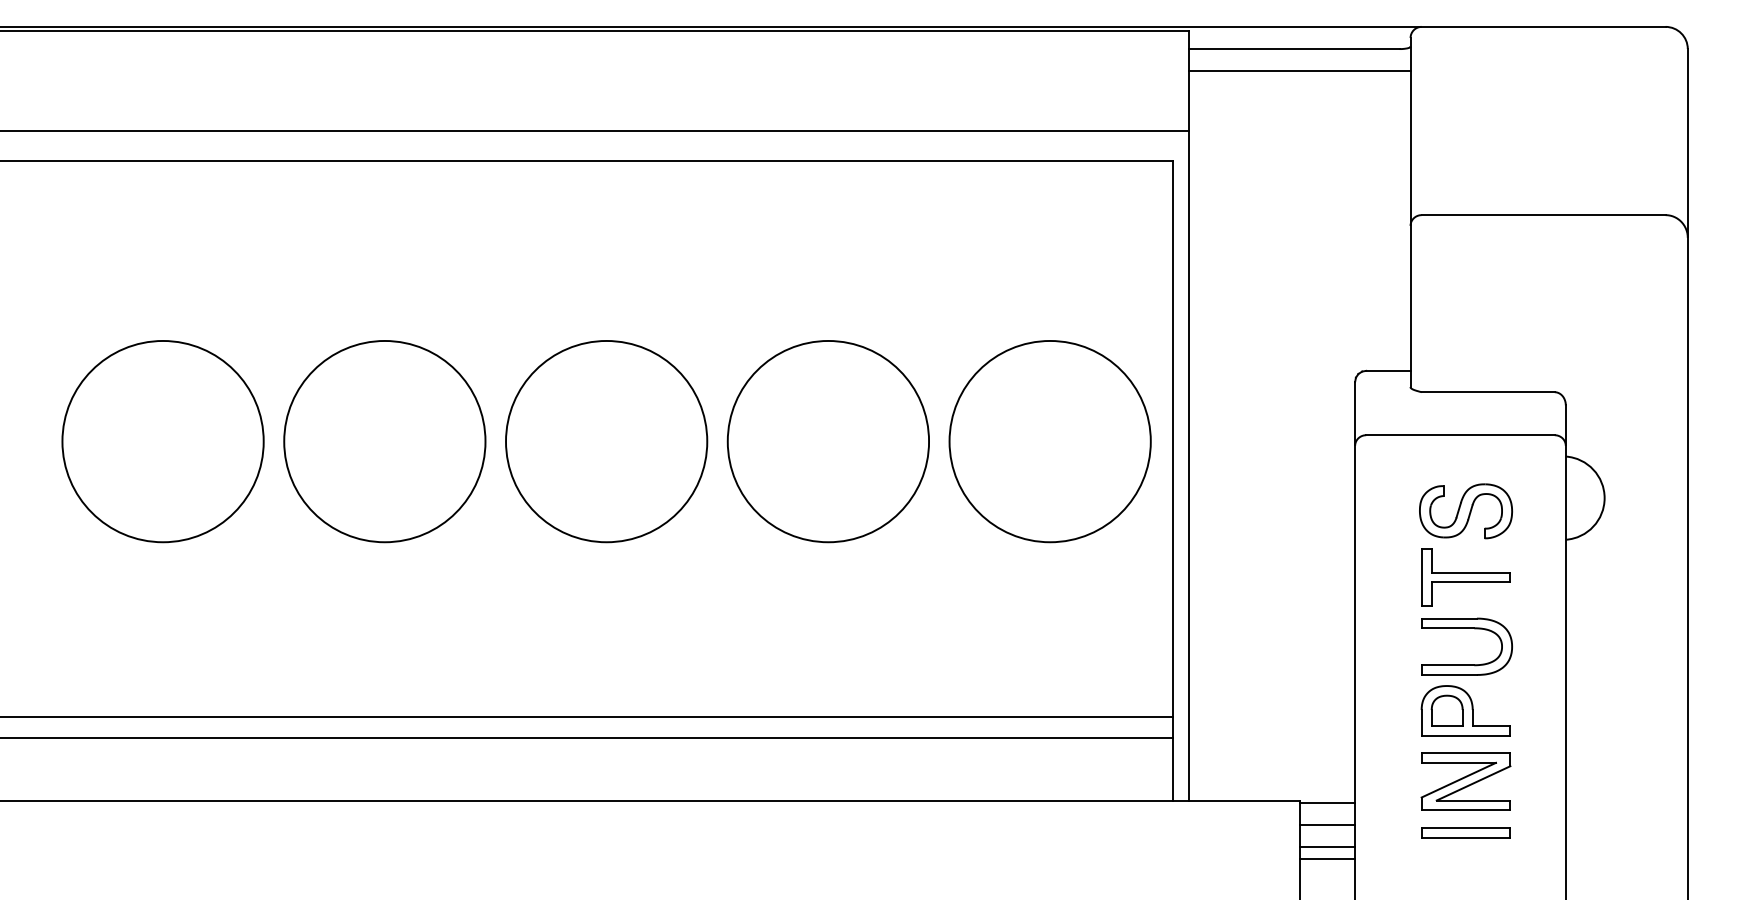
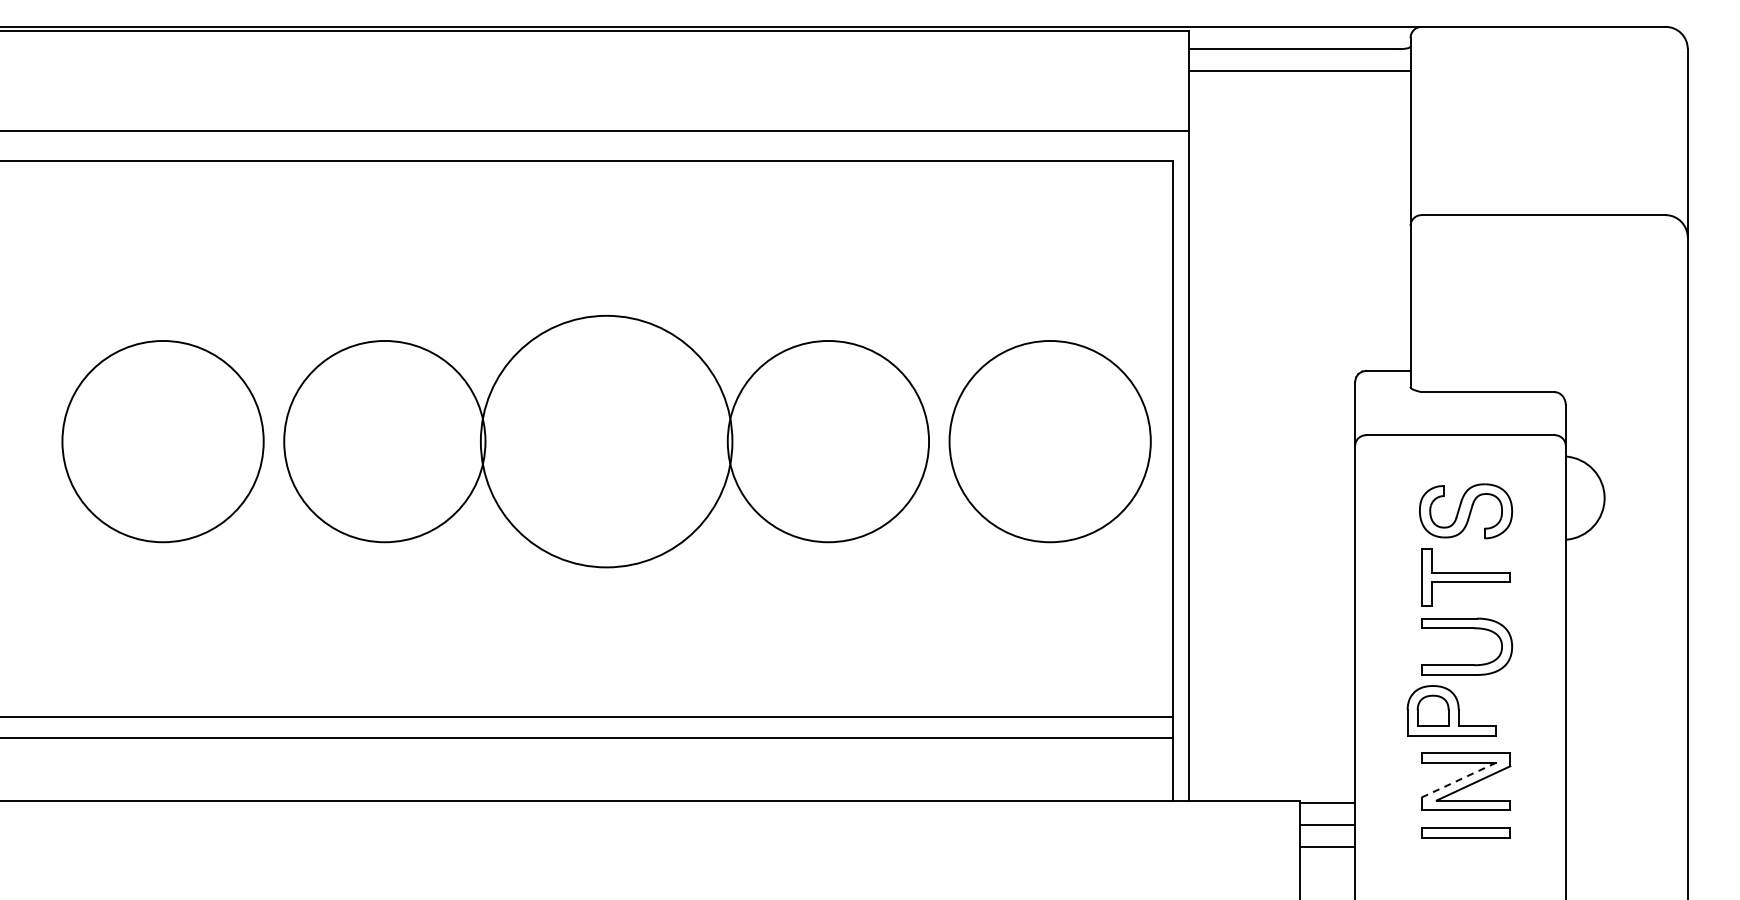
circle at (606, 441) diameter: 201 px -> 252 px
part at (1465, 710) position: (1465, 710) -> (1451, 710)
line at (1459, 779): solid -> dashed
line at (1327, 858): present -> none
